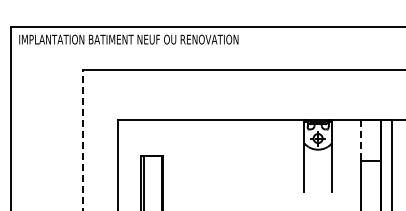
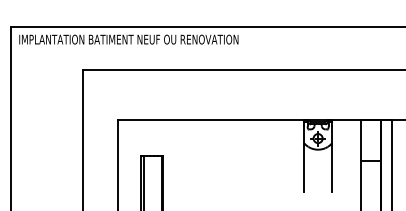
line at (82, 139): dashed -> solid
line at (361, 141): dashed -> solid
